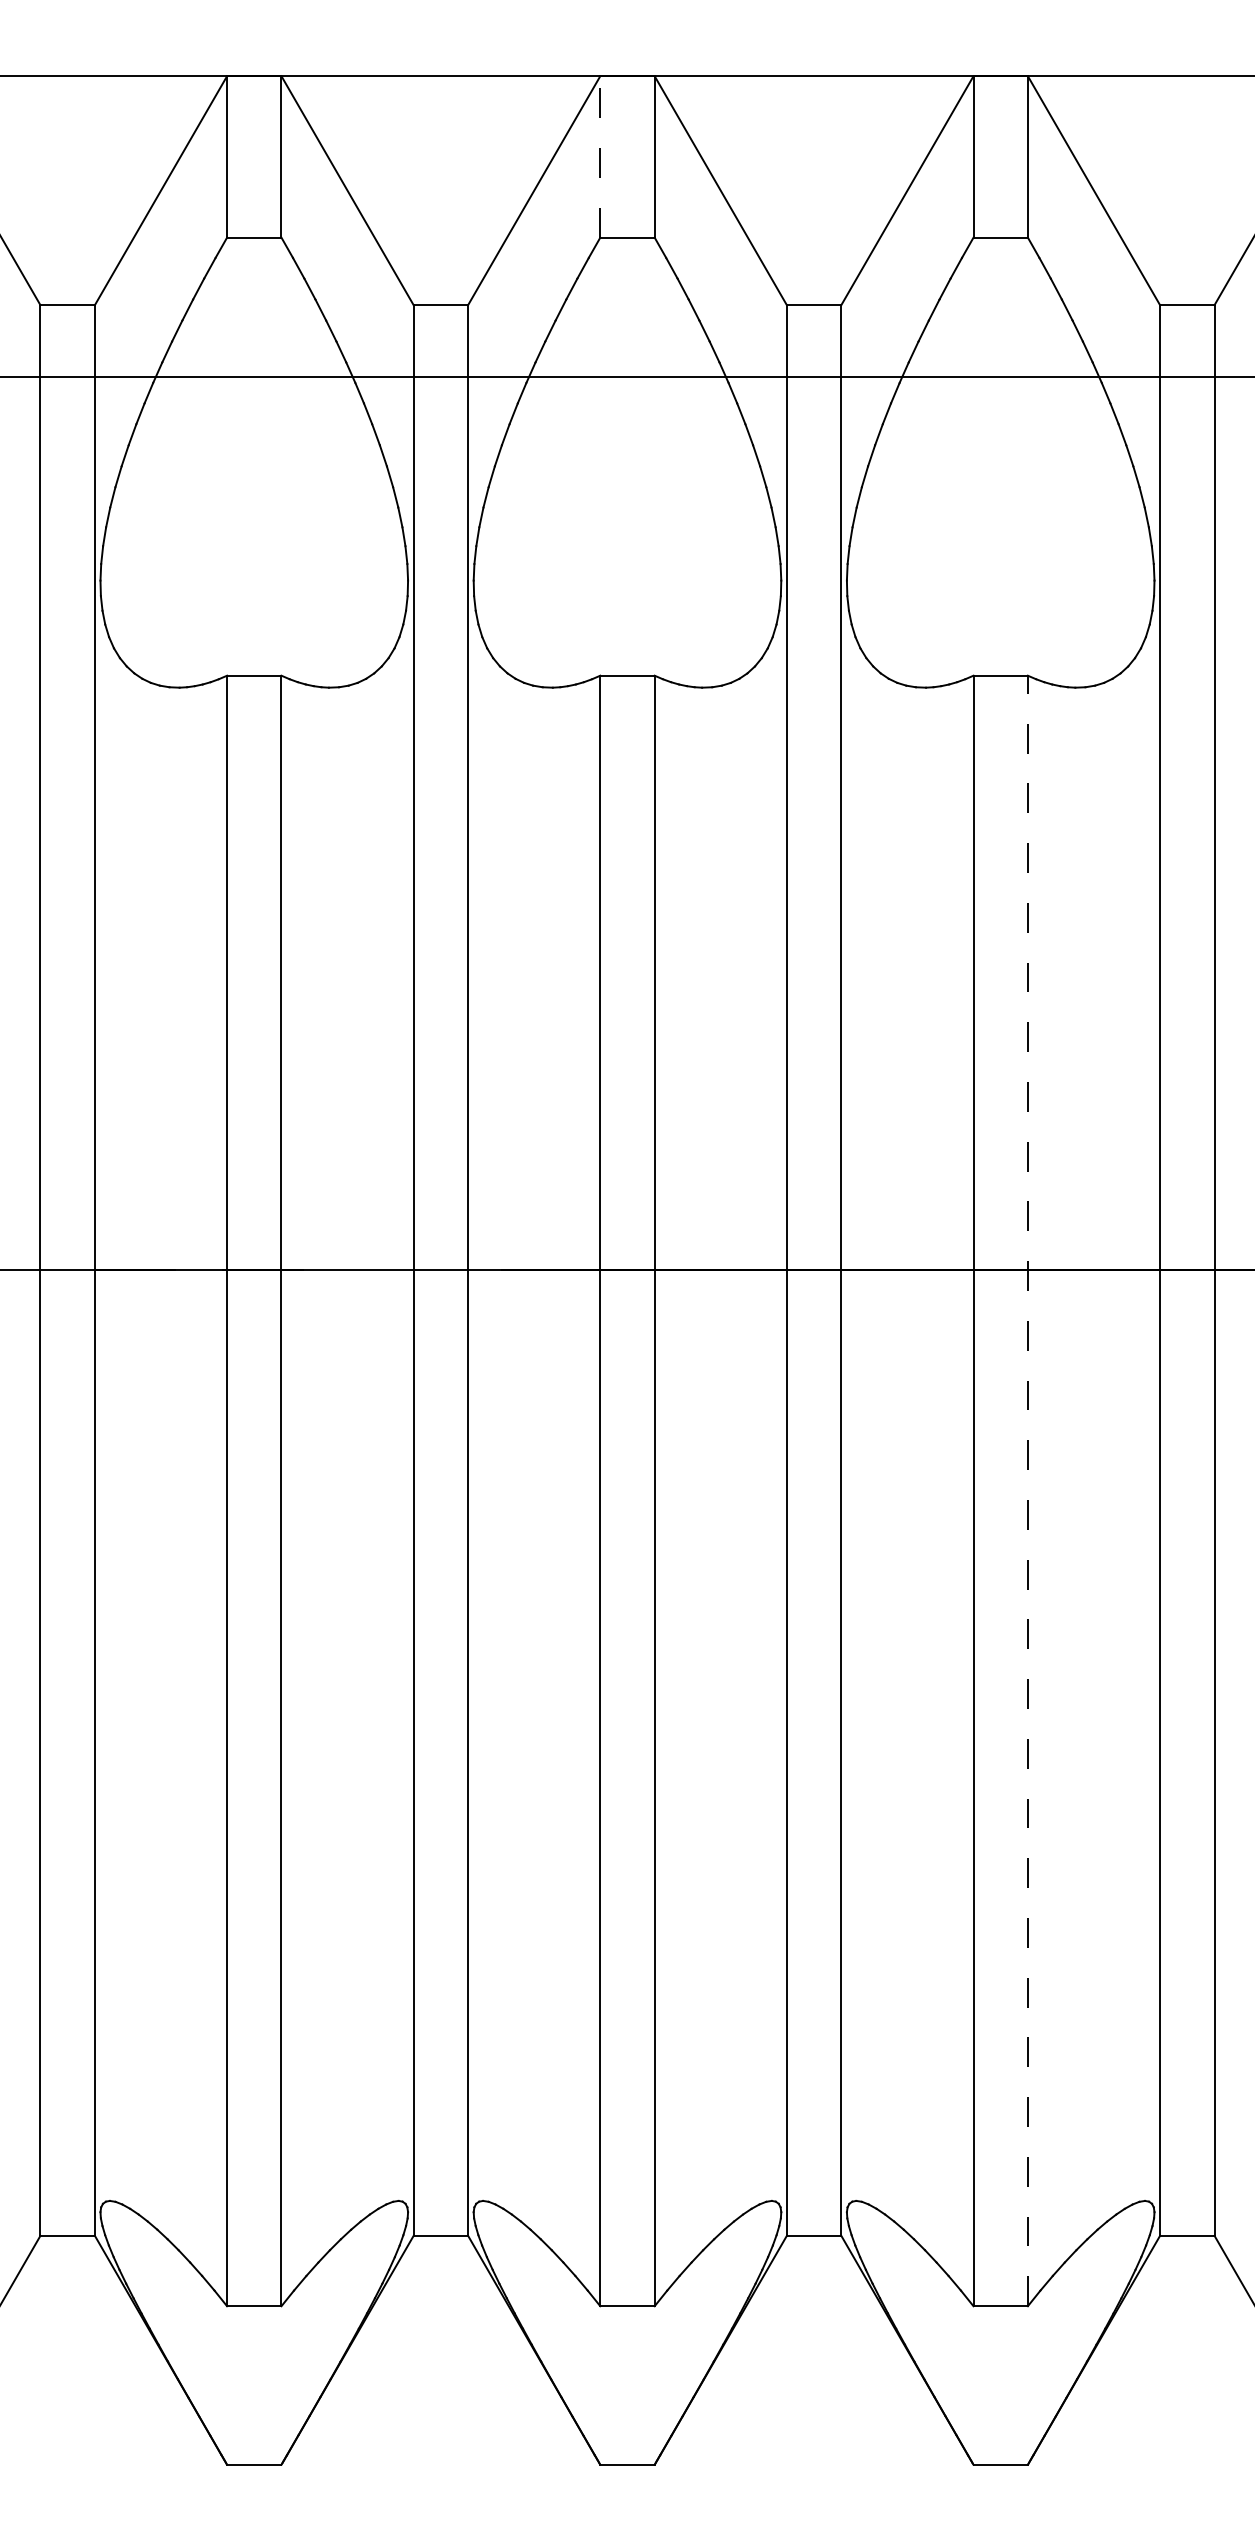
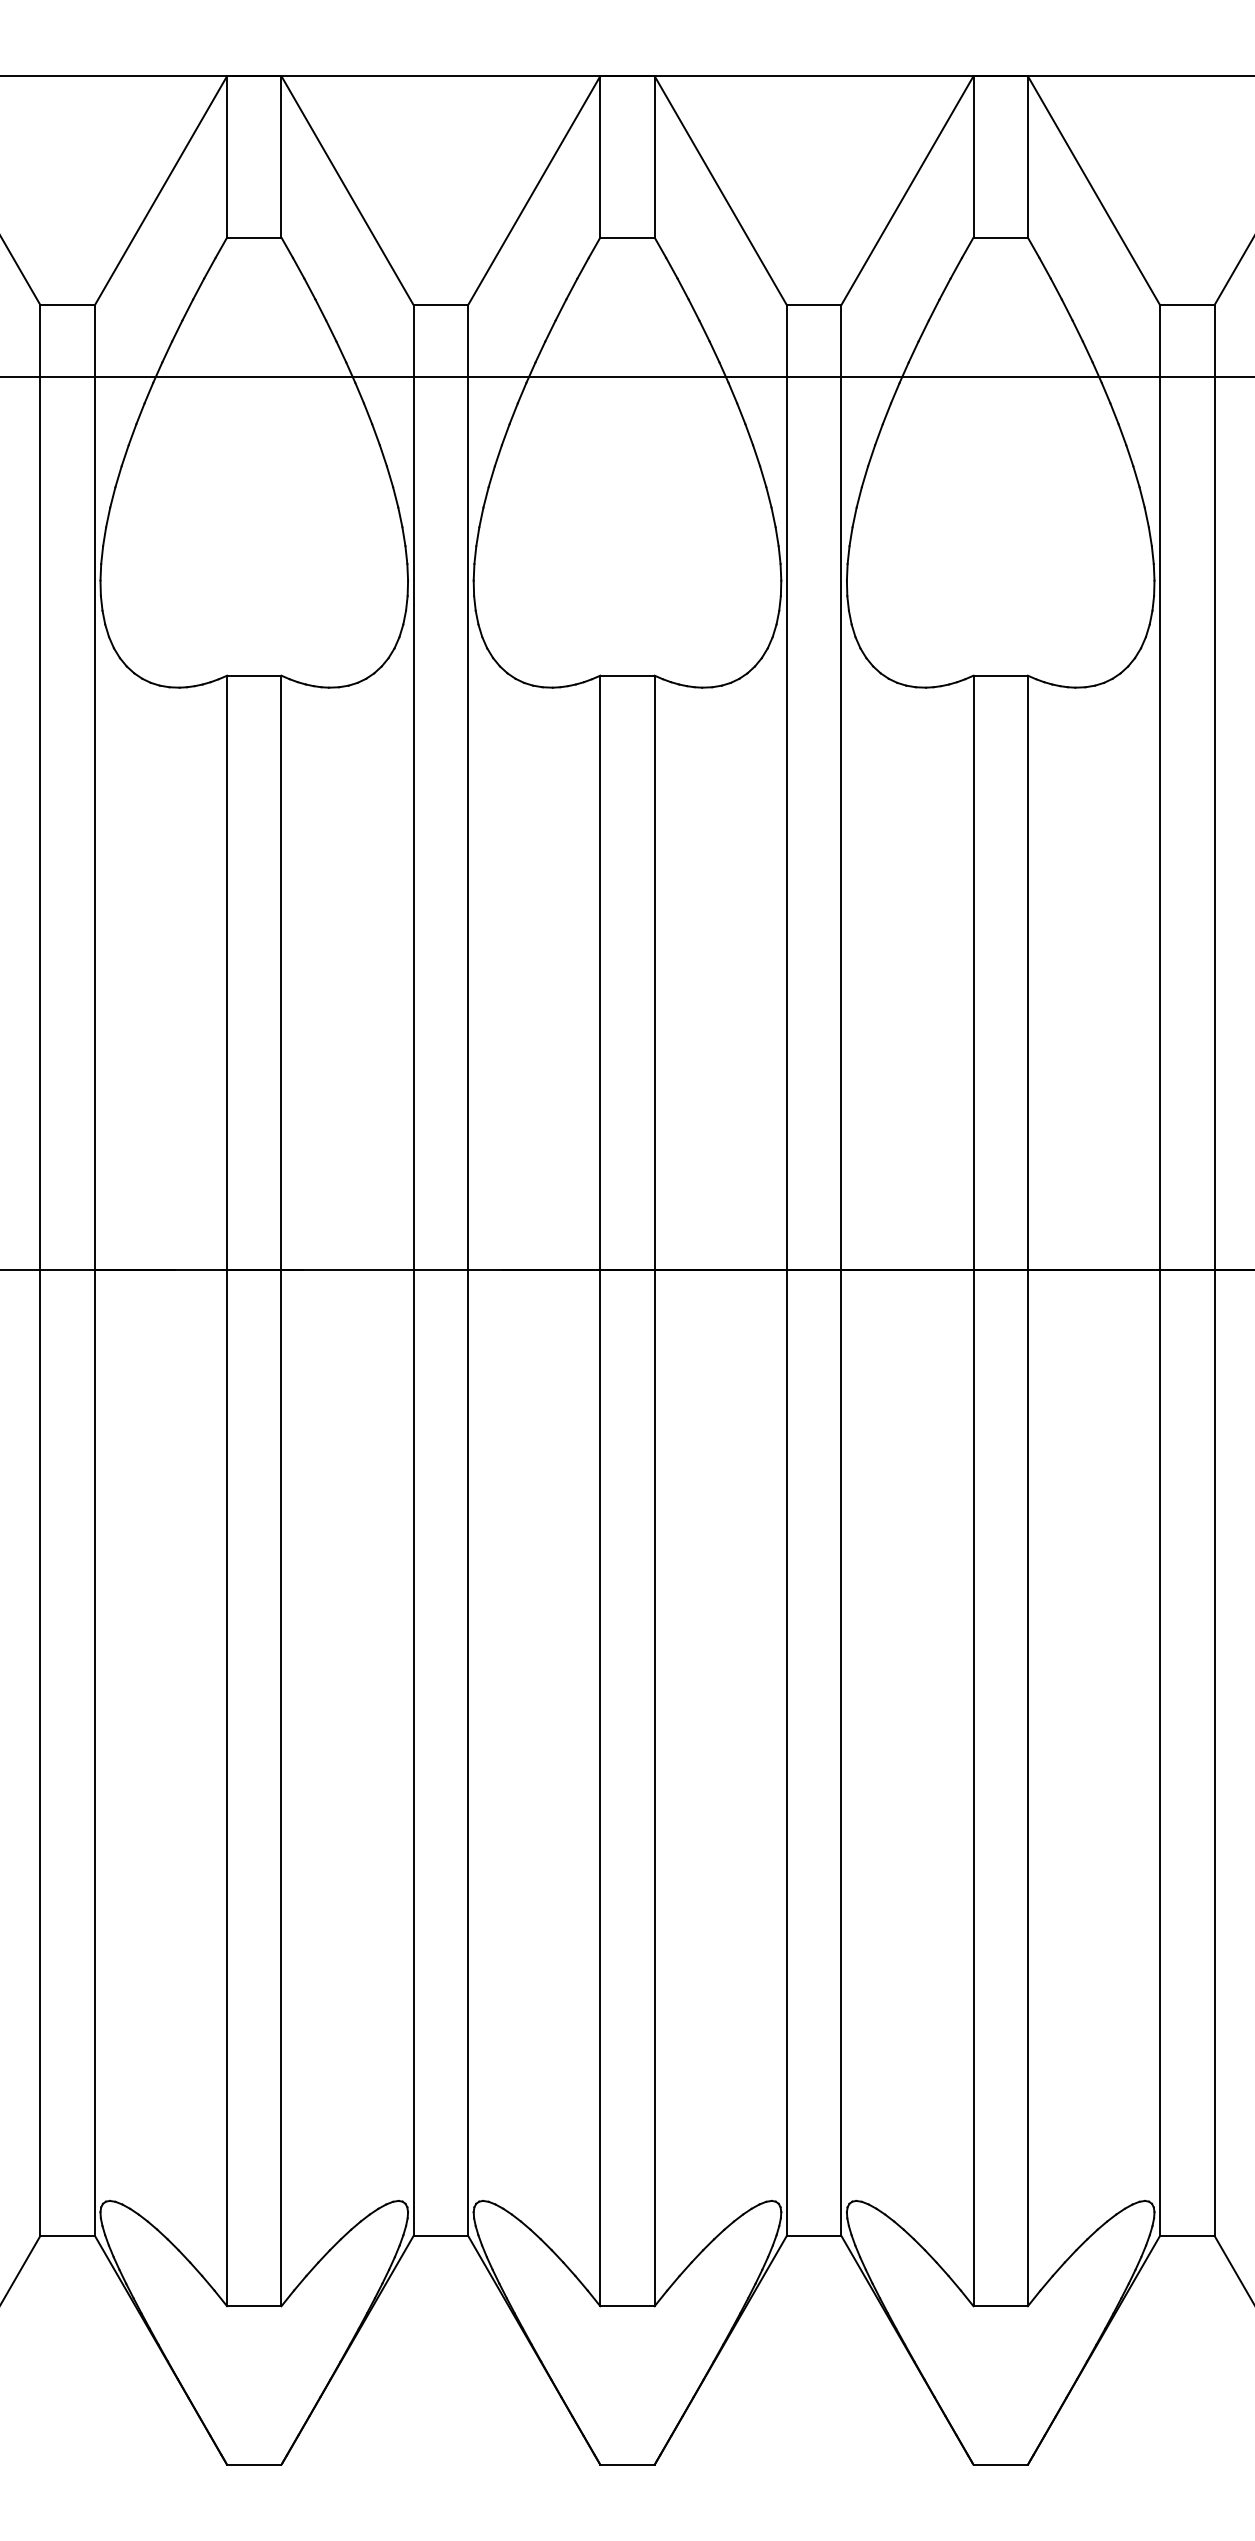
line at (600, 156): dashed -> solid
line at (1027, 1490): dashed -> solid
